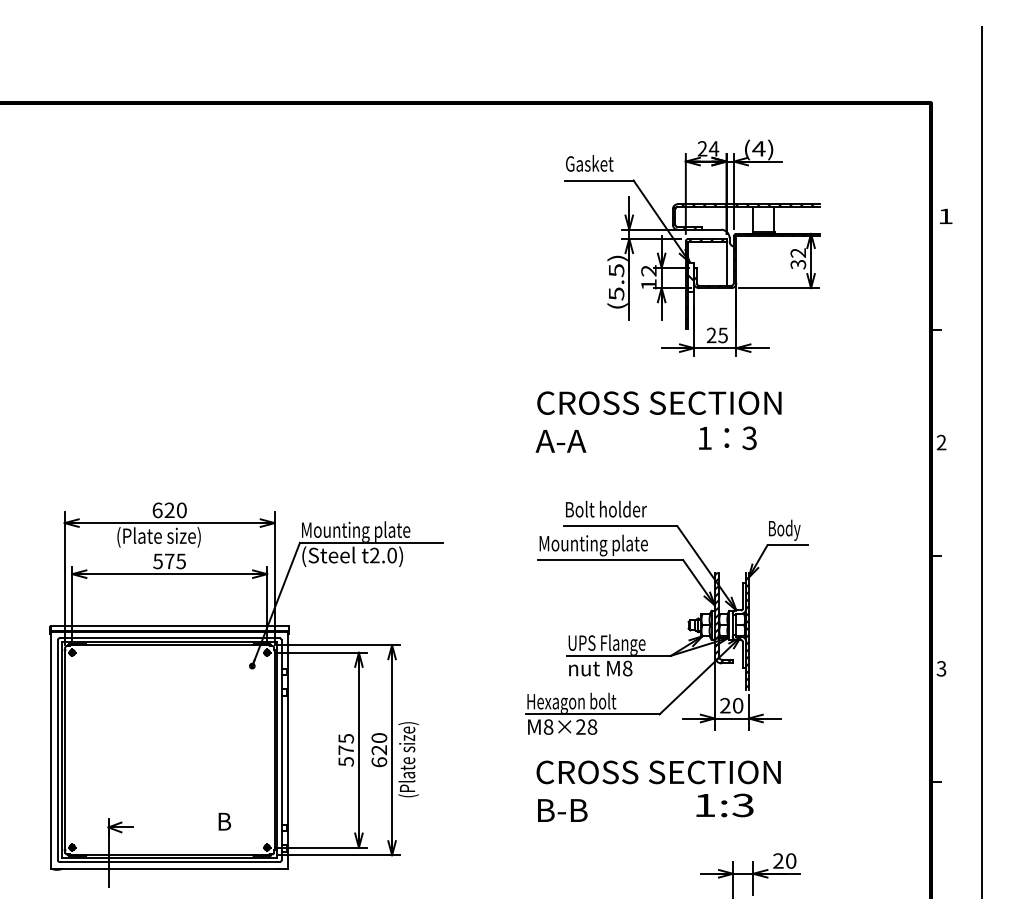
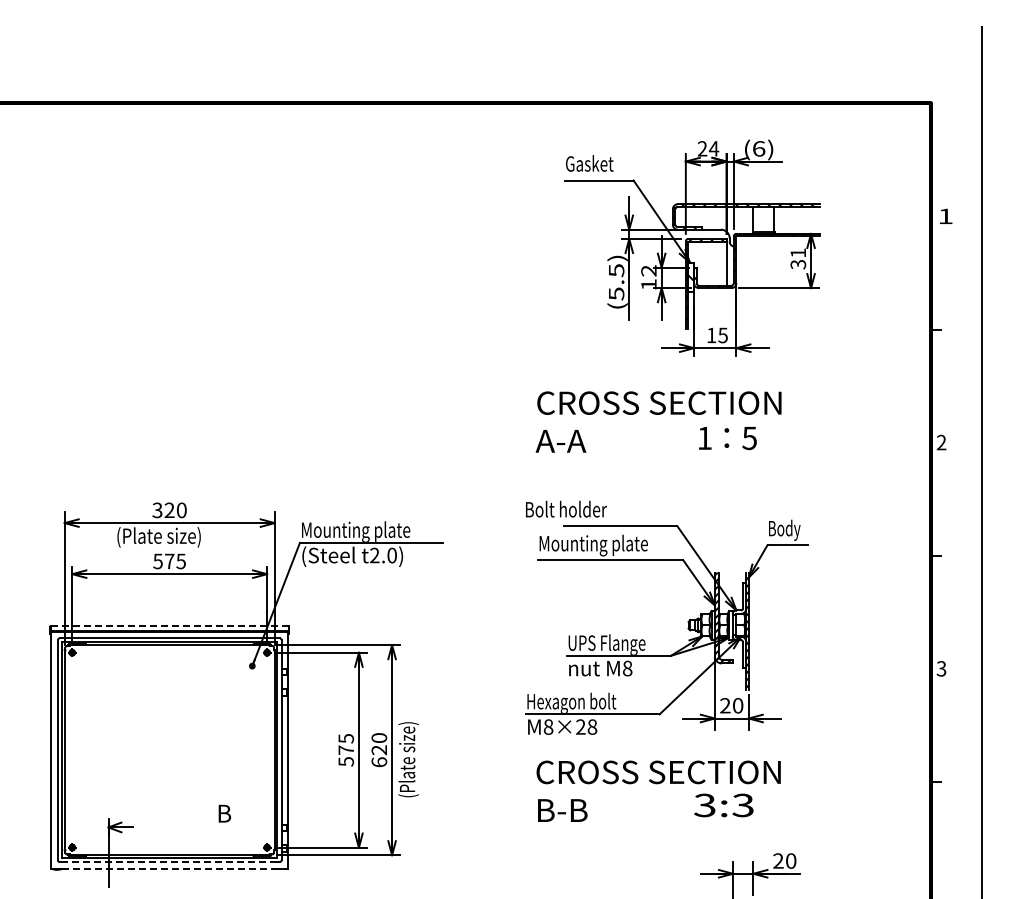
text at (758, 148): (4) -> (6)
text at (797, 252): 32 -> 31
text at (711, 334): 25 -> 15
text at (749, 437): 3 -> 5
text at (606, 508) position: (606, 508) -> (566, 508)
text at (157, 510): 620 -> 320
line at (170, 626): solid -> dashed
text at (704, 805): 1:3 -> 3:3
text at (224, 821) position: (224, 821) -> (224, 813)
line at (170, 862): solid -> dashed
line at (169, 868): solid -> dashed
